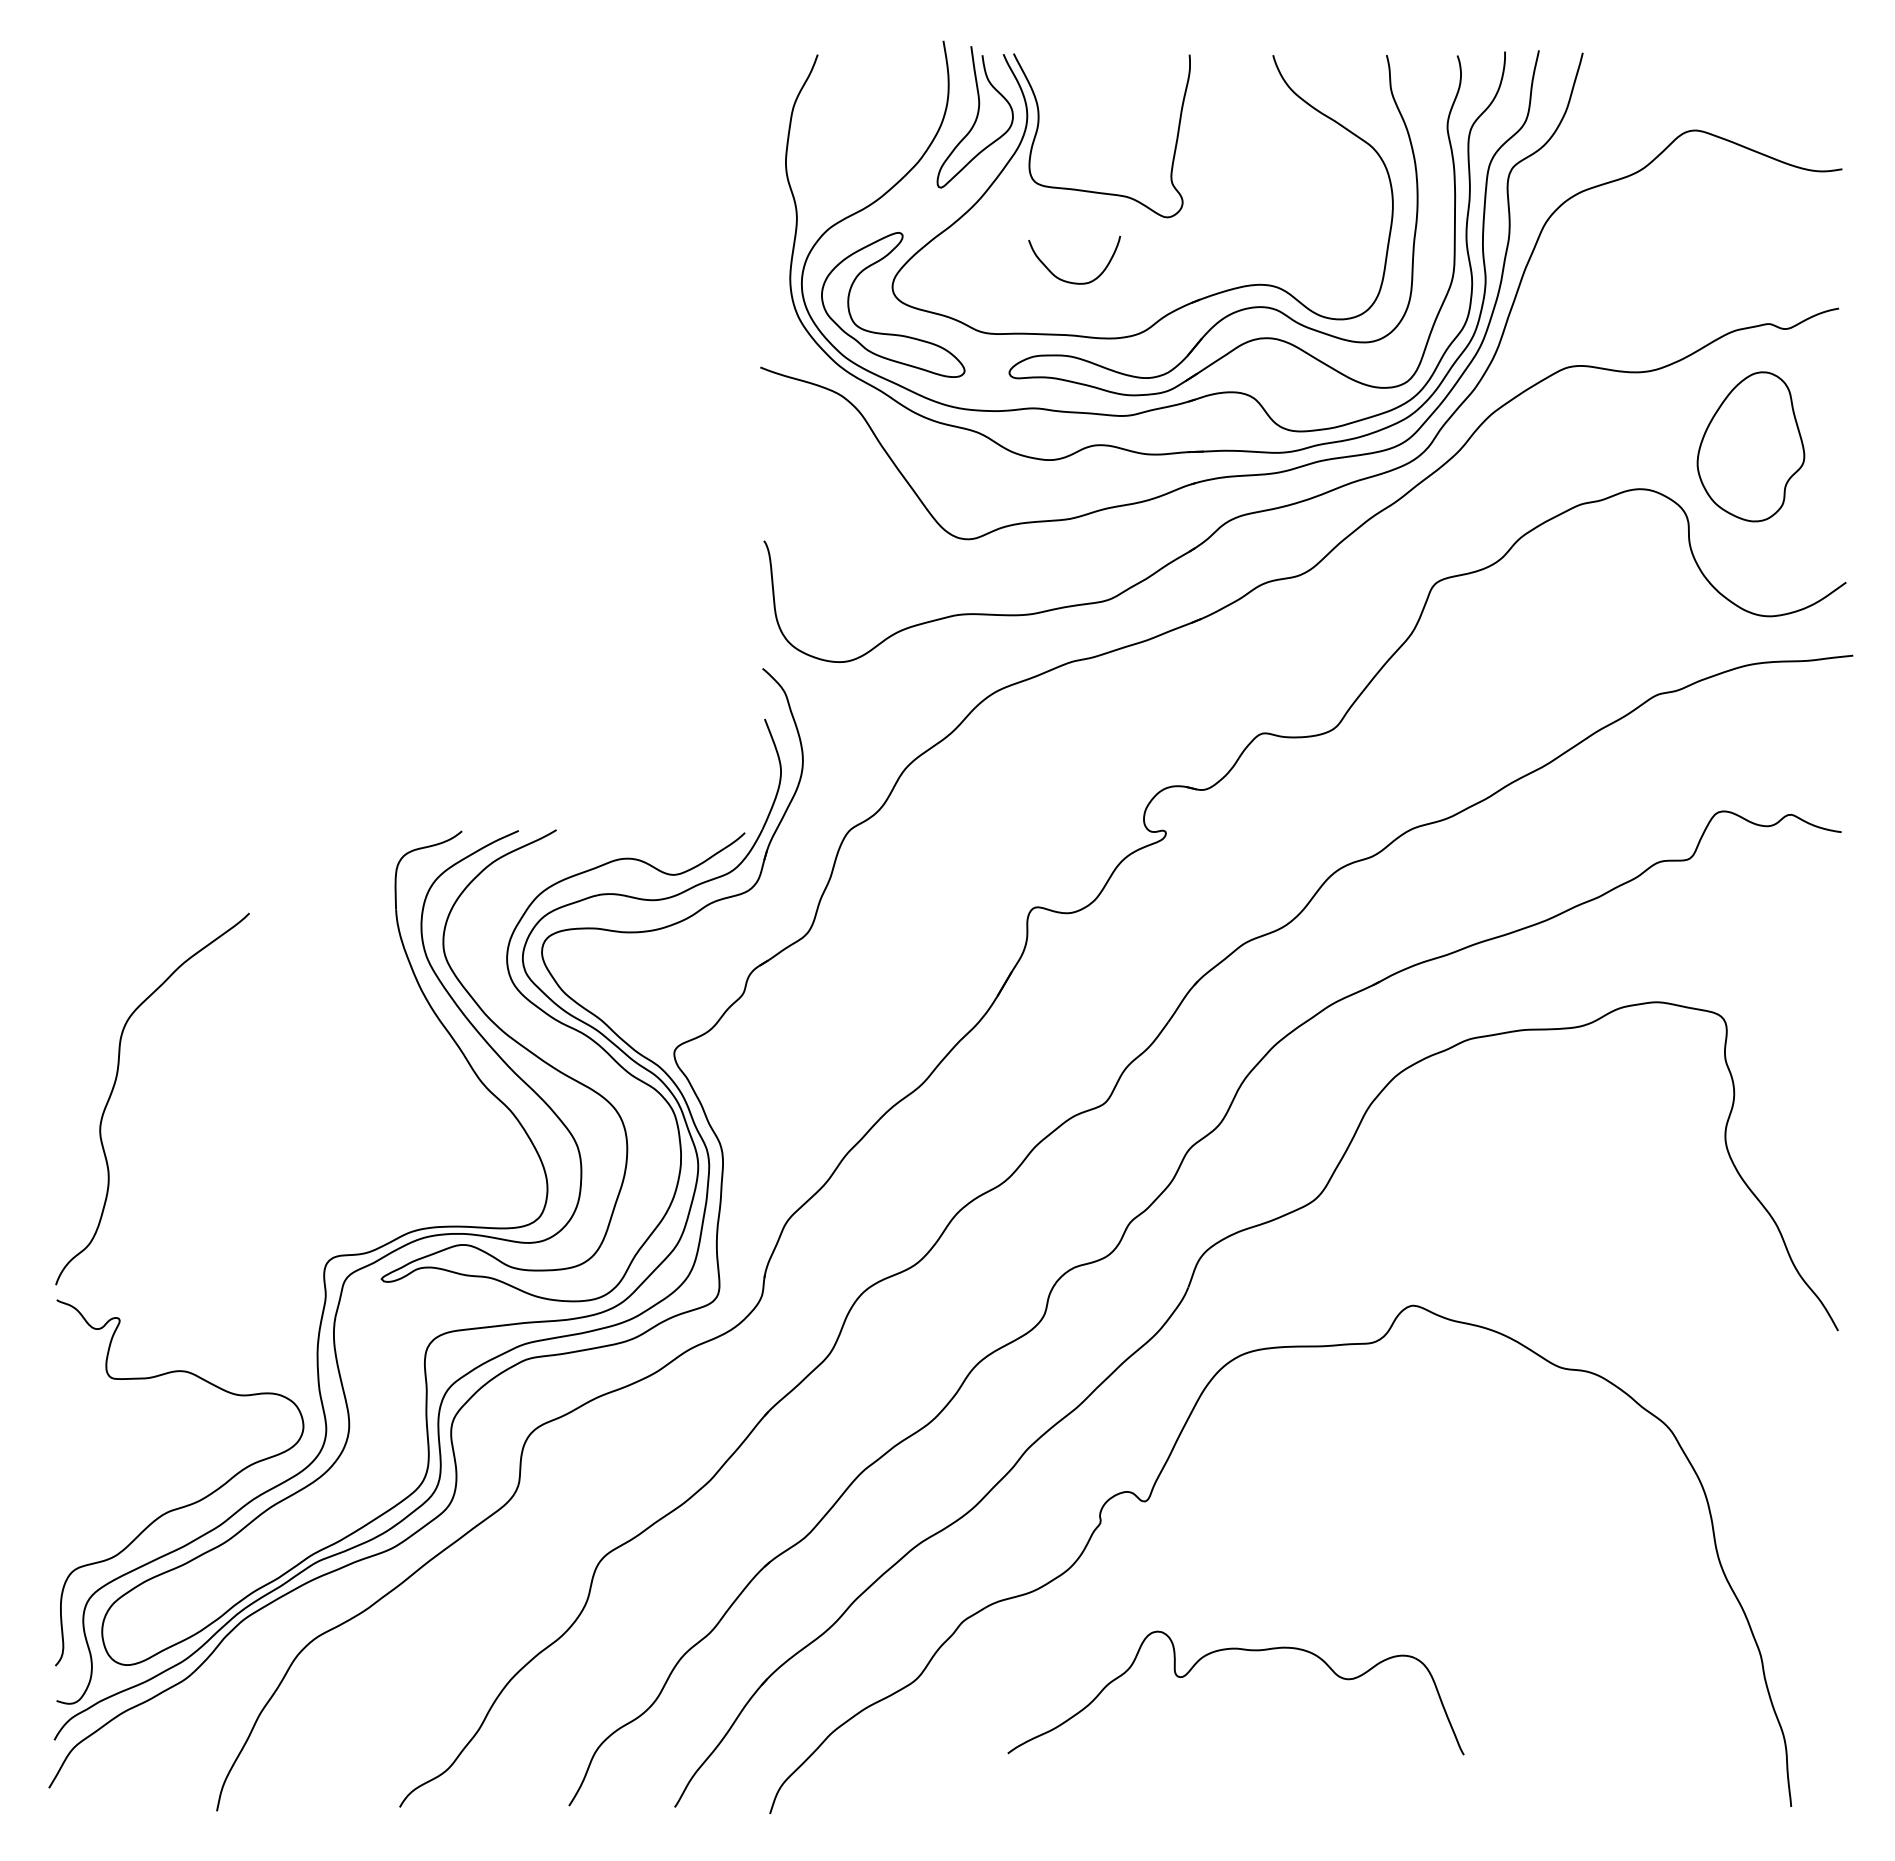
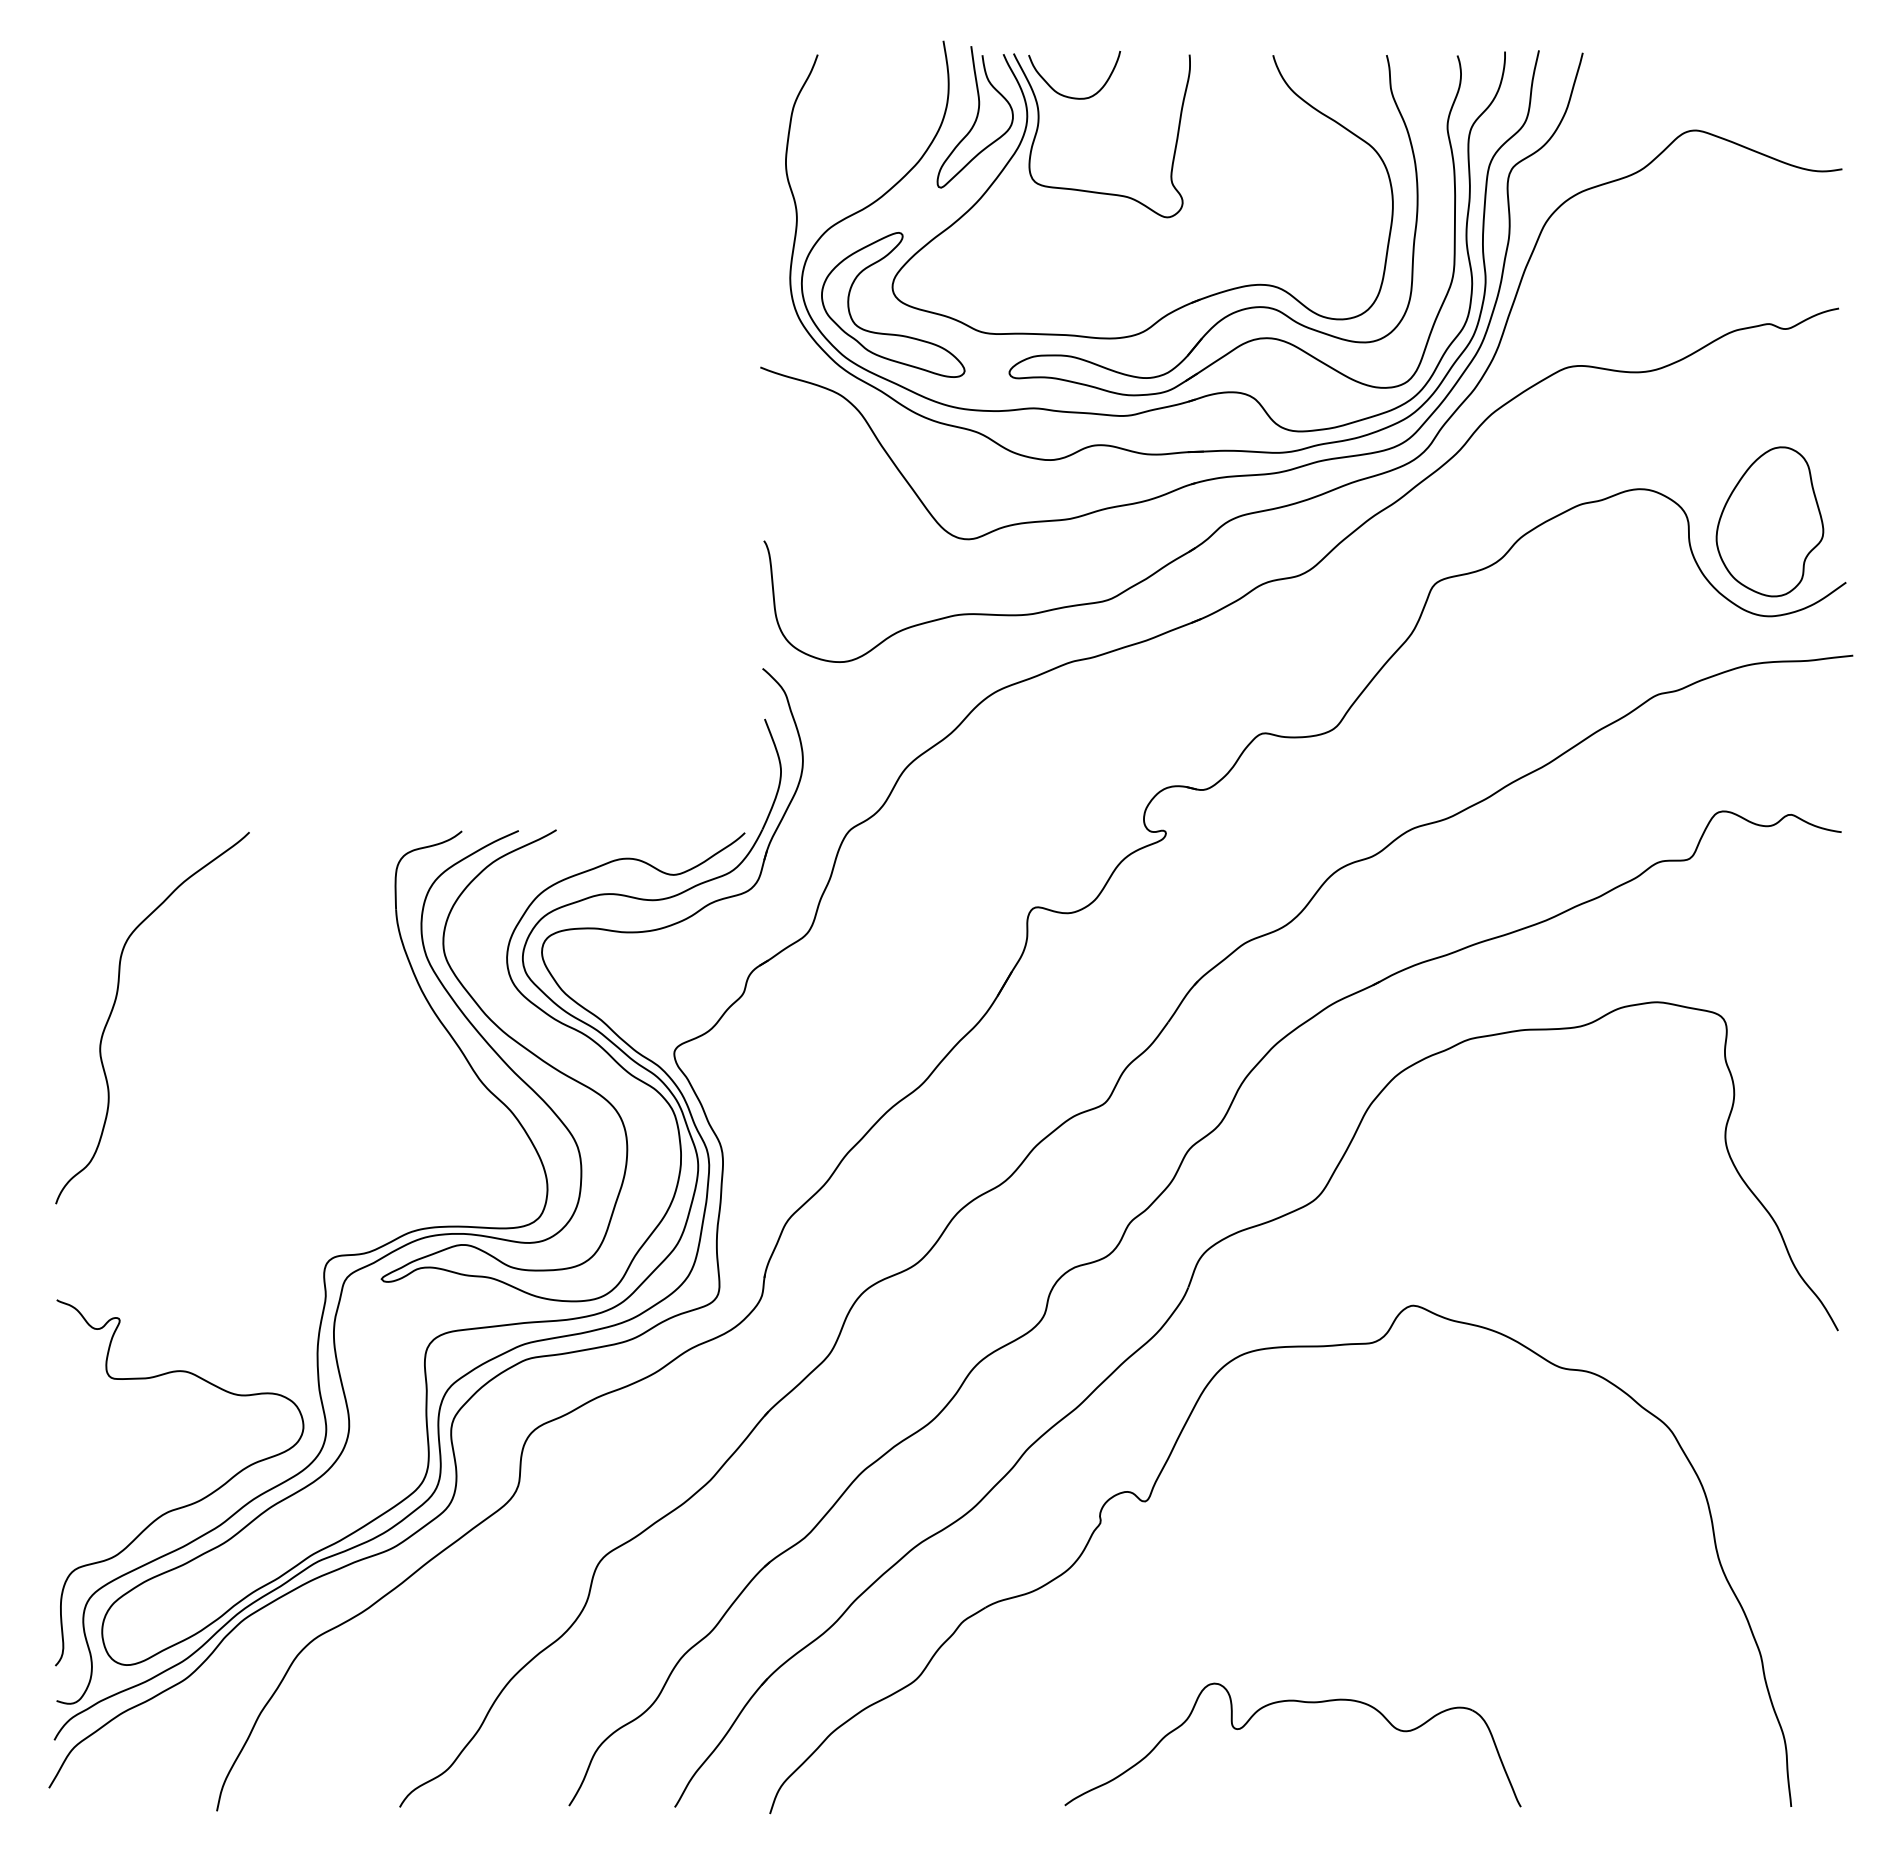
curve at (1070, 281) position: (1070, 281) -> (1070, 96)
part at (1750, 446) position: (1750, 446) -> (1769, 521)
curve at (115, 1084) position: (115, 1084) -> (115, 1003)
part at (1241, 1650) position: (1241, 1650) -> (1298, 1702)
